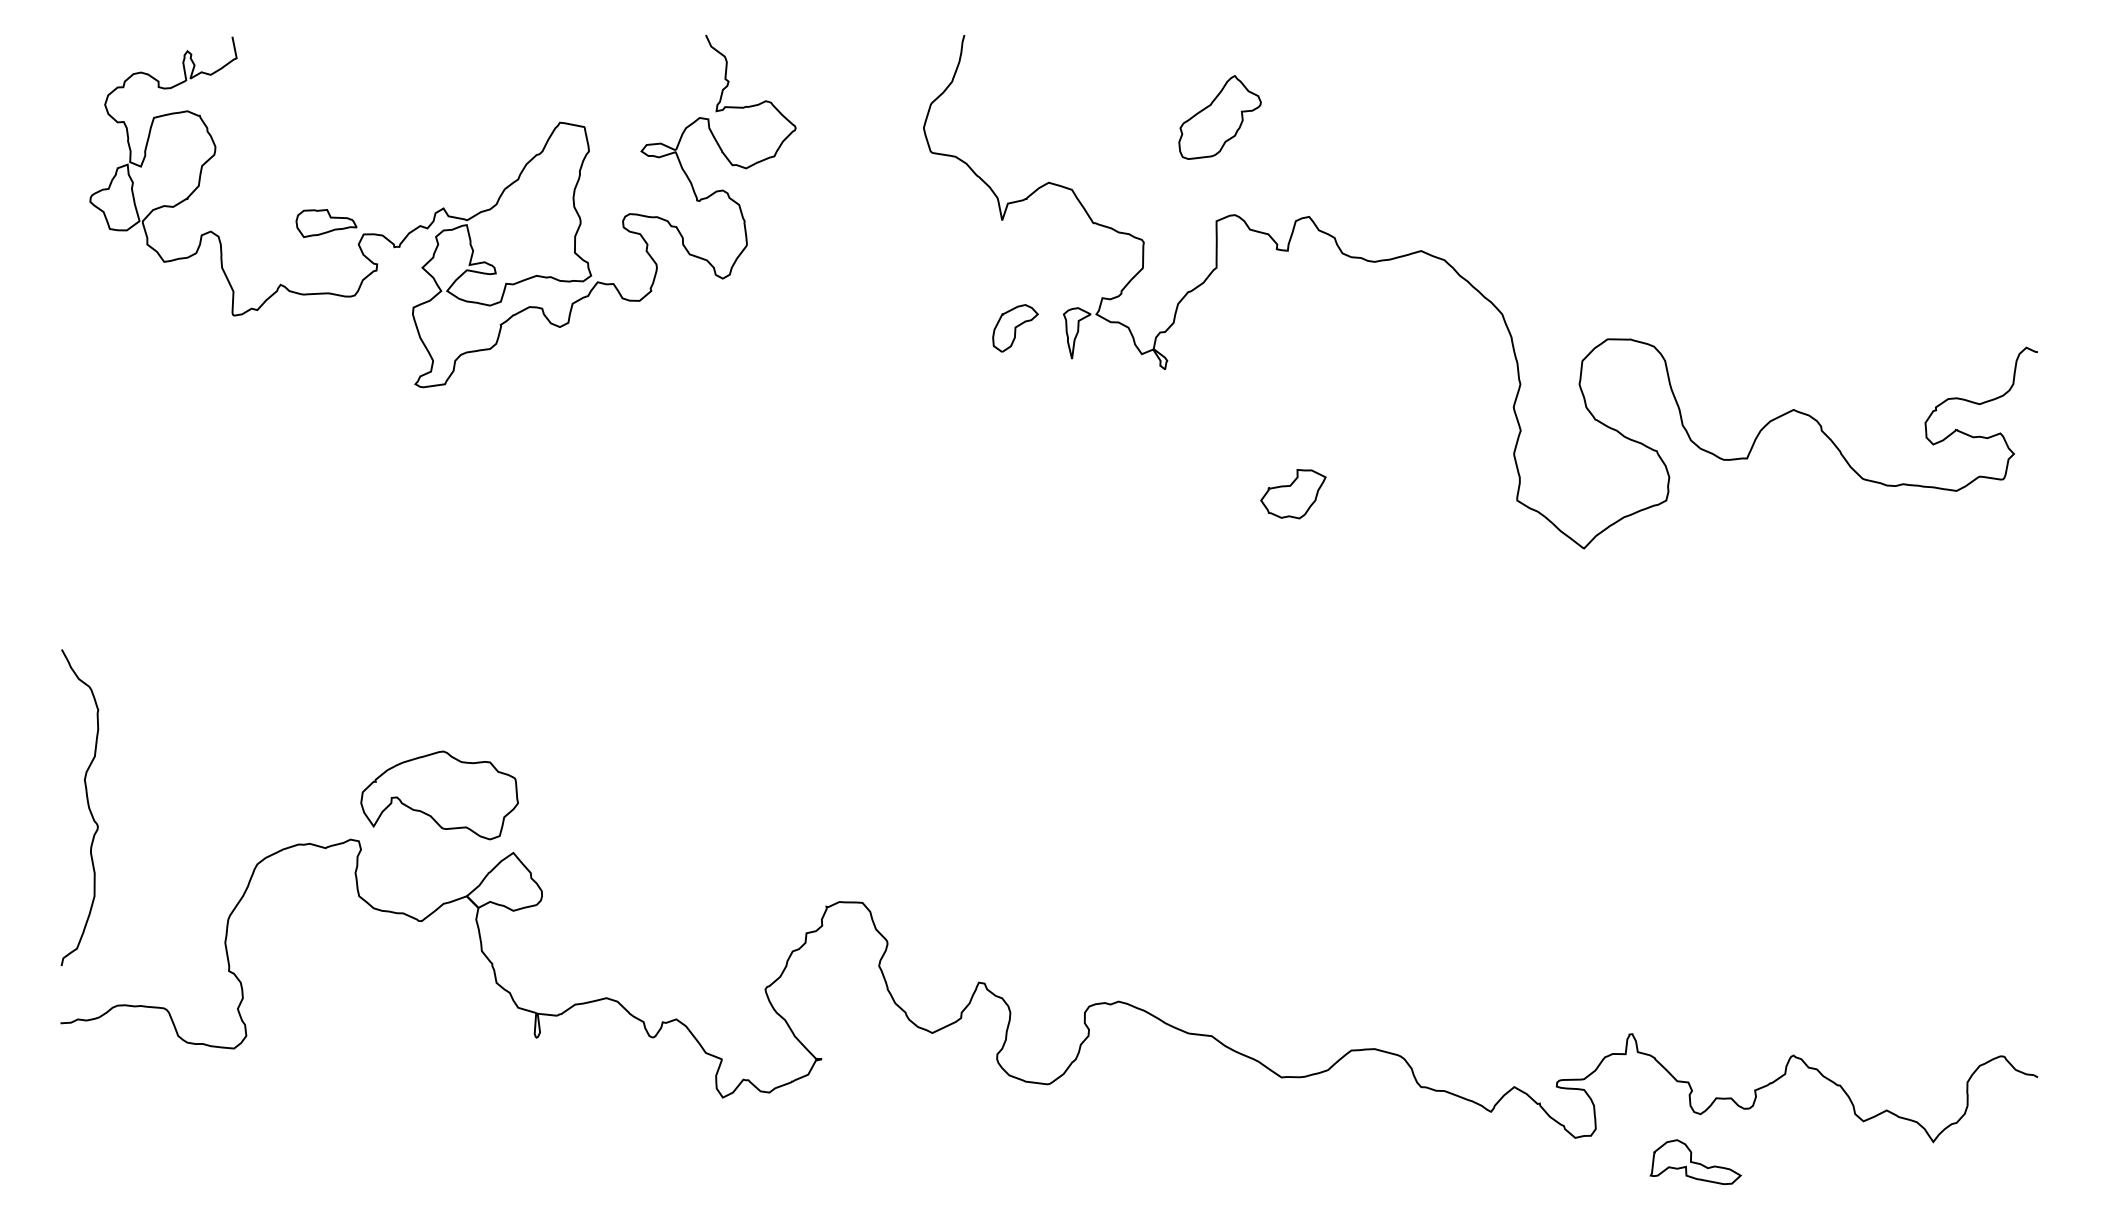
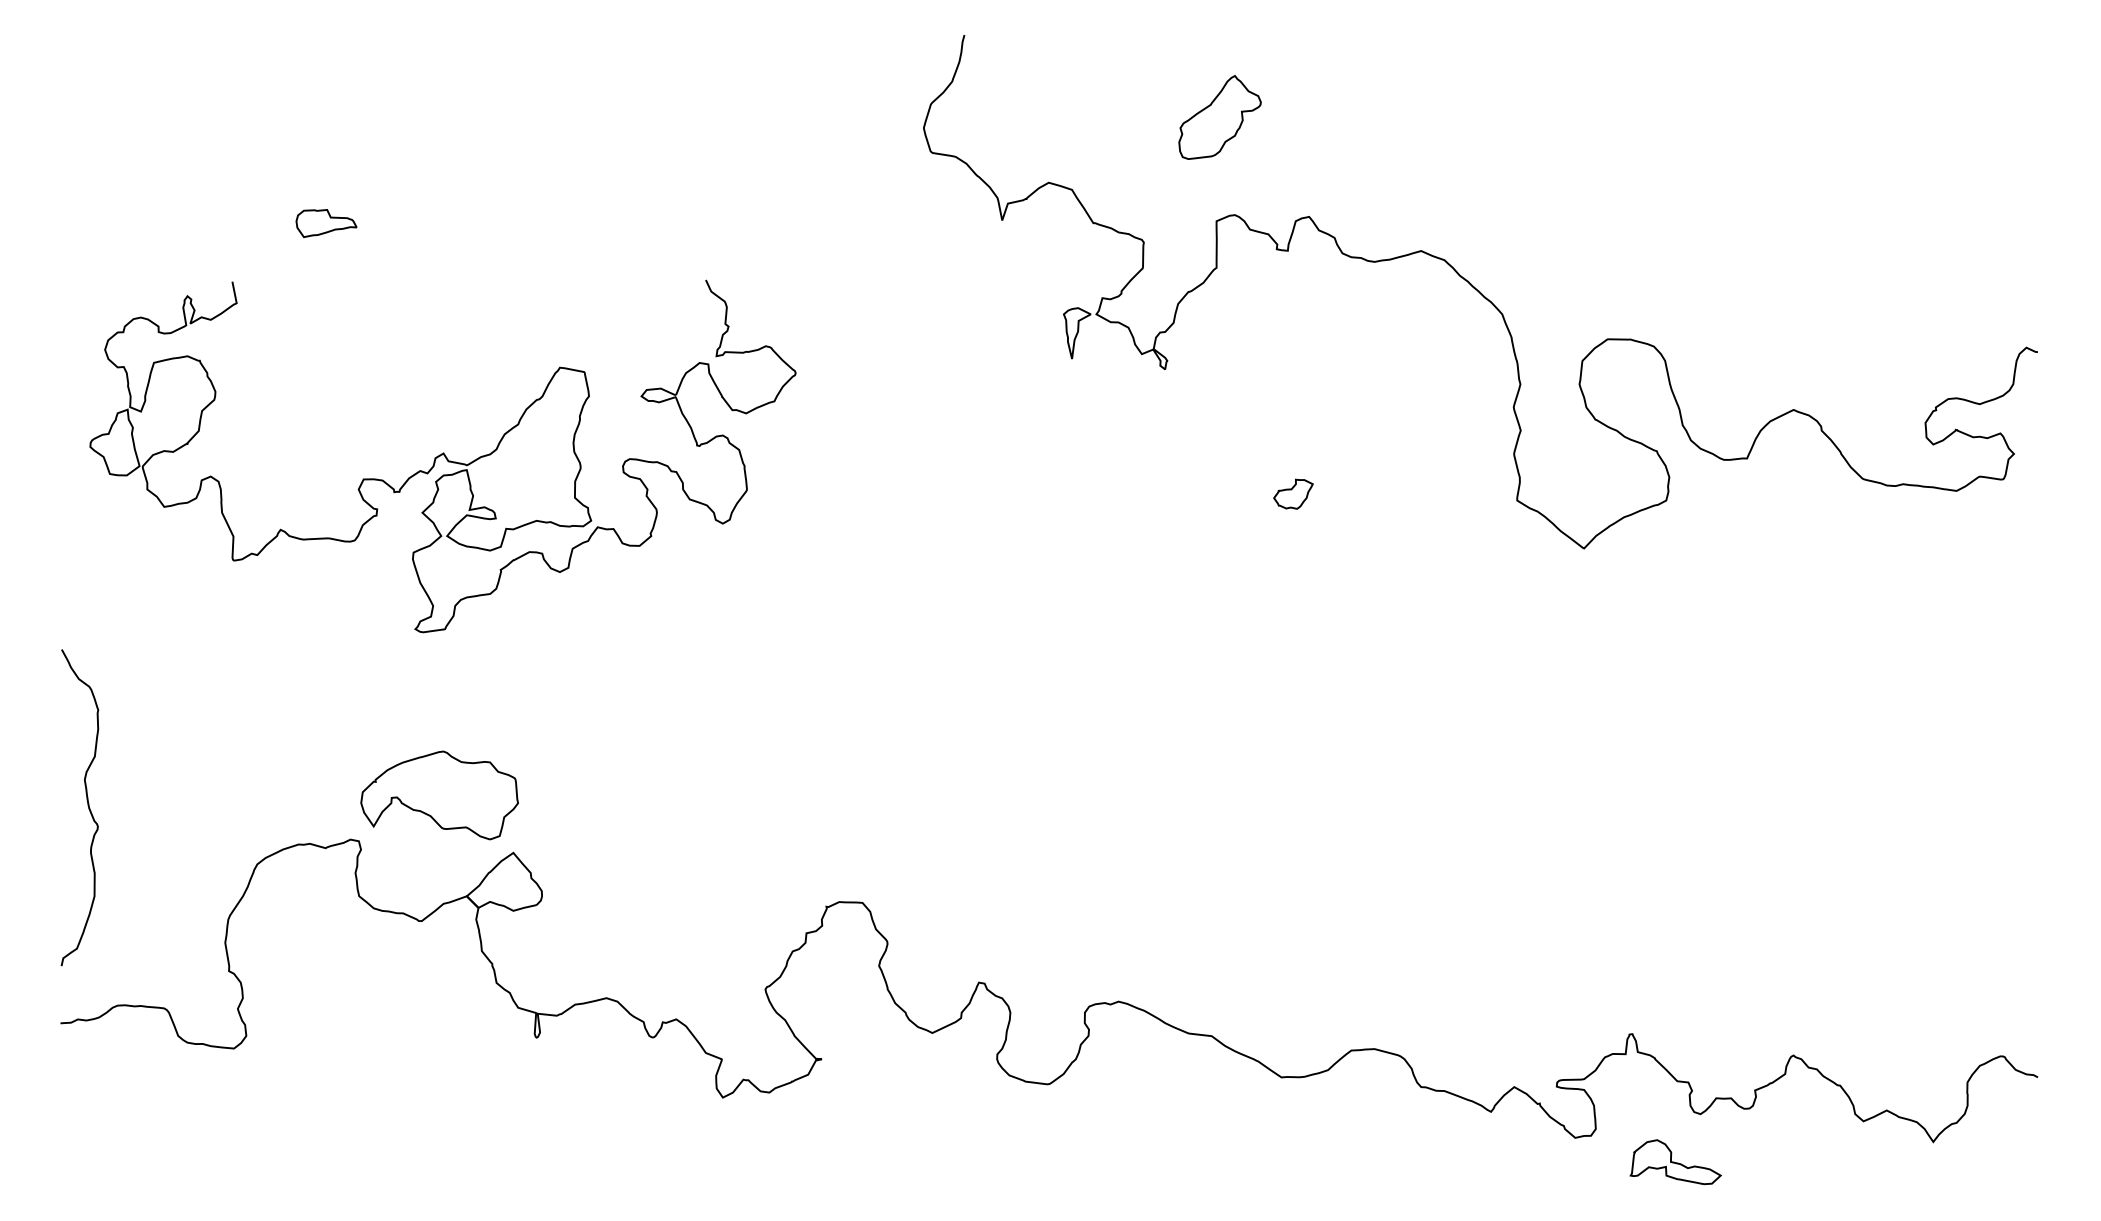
part at (442, 211) position: (442, 211) -> (442, 456)
part at (1015, 328): present -> none
part at (1293, 494) size: 67x51 px -> 41x32 px
part at (1695, 1162) position: (1695, 1162) -> (1675, 1162)
